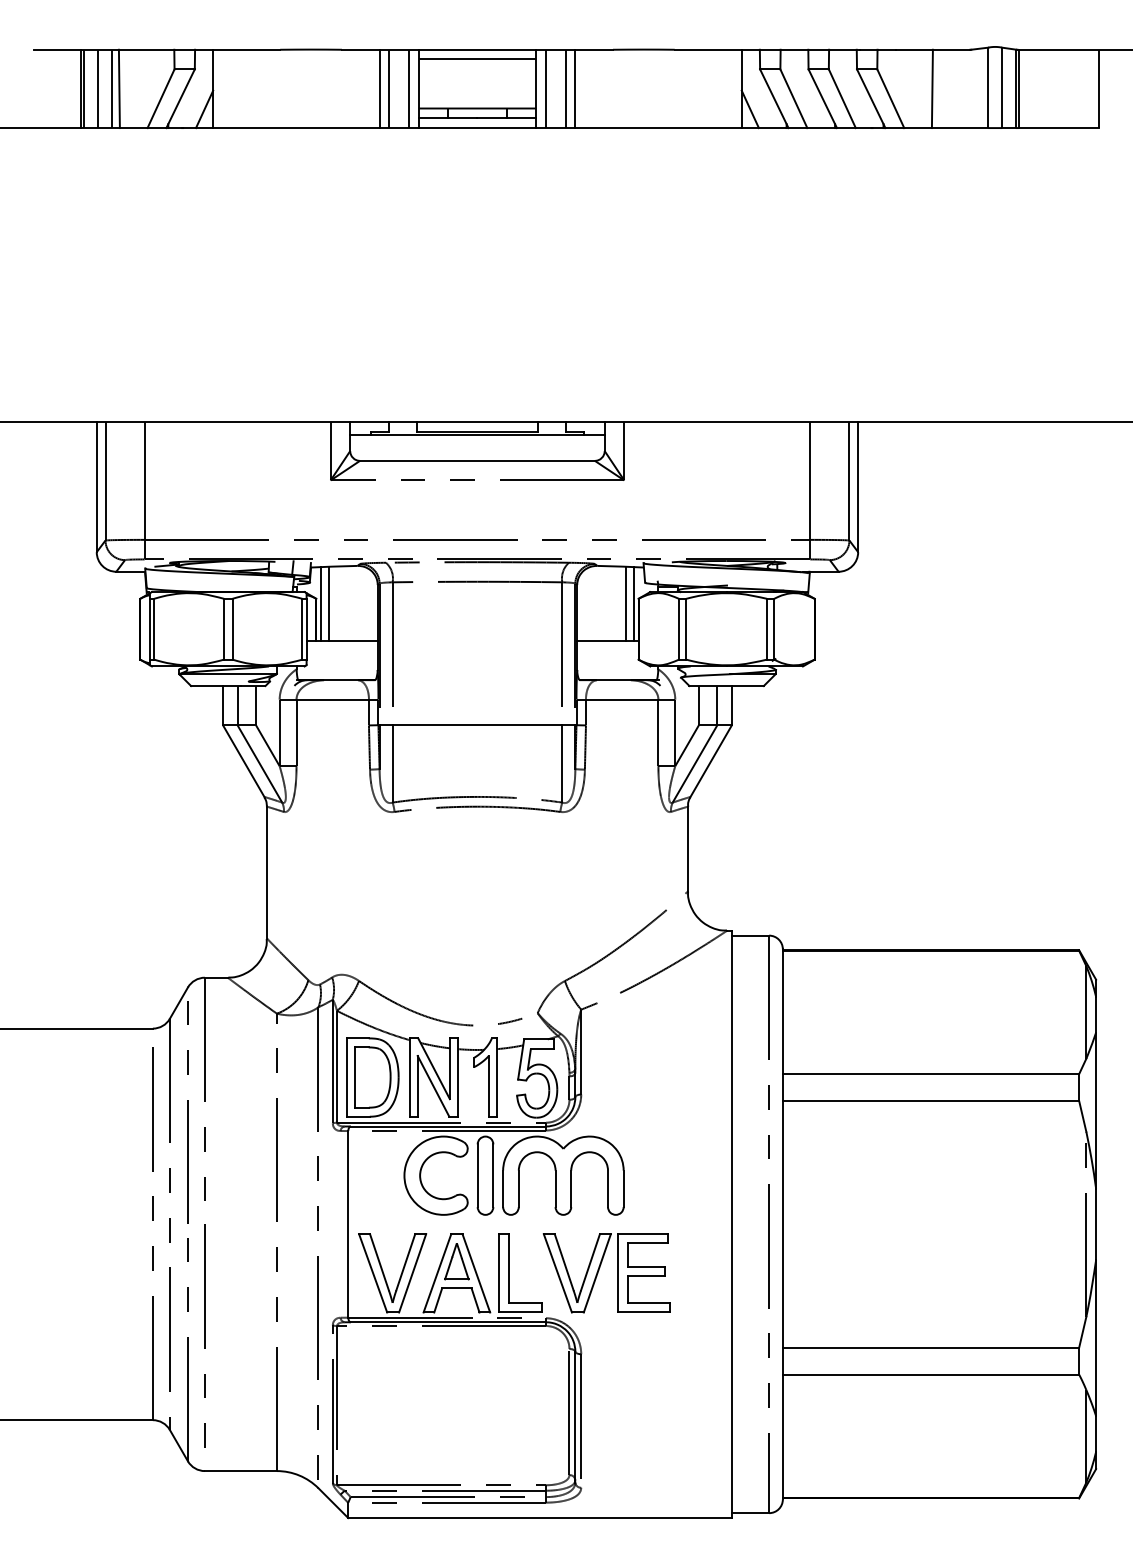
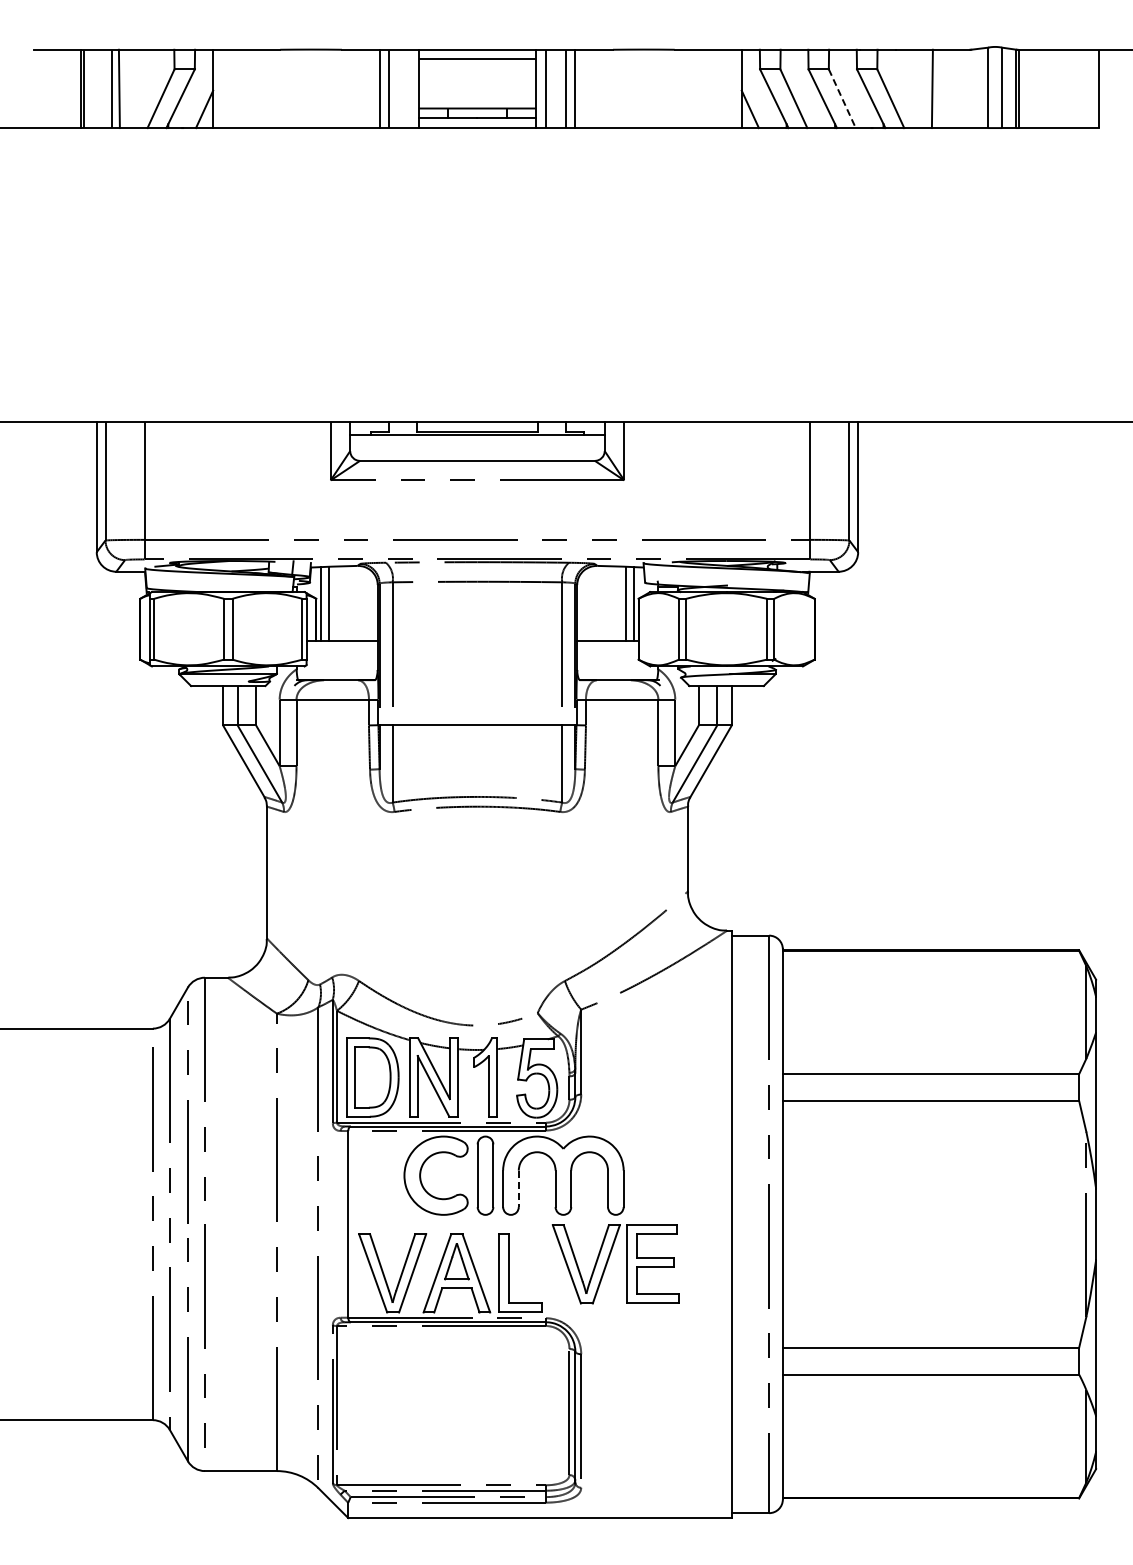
line at (98, 88): present -> none
line at (408, 88): present -> none
line at (842, 99): solid -> dashed
line at (518, 1189): solid -> dashed
part at (599, 1270) position: (599, 1270) -> (608, 1261)
